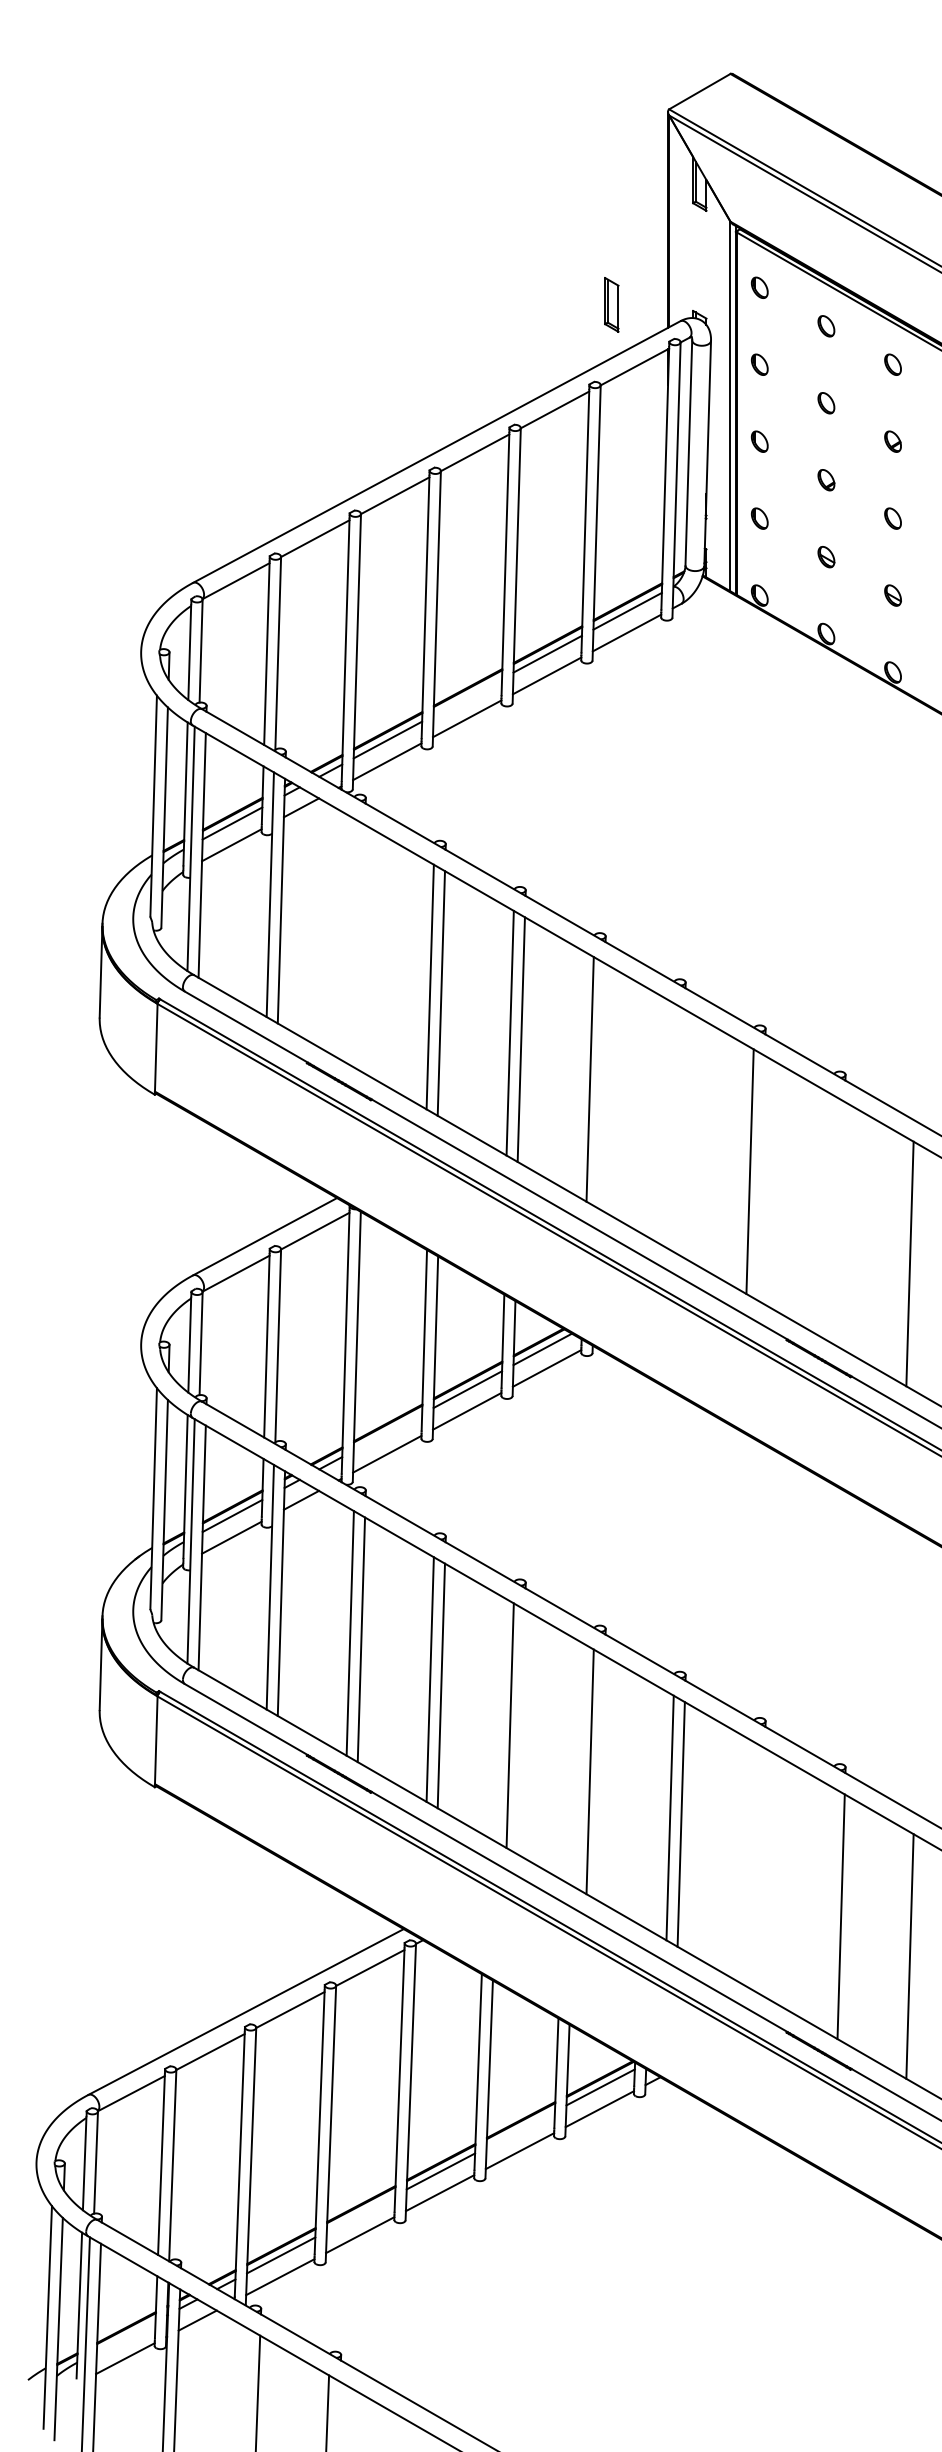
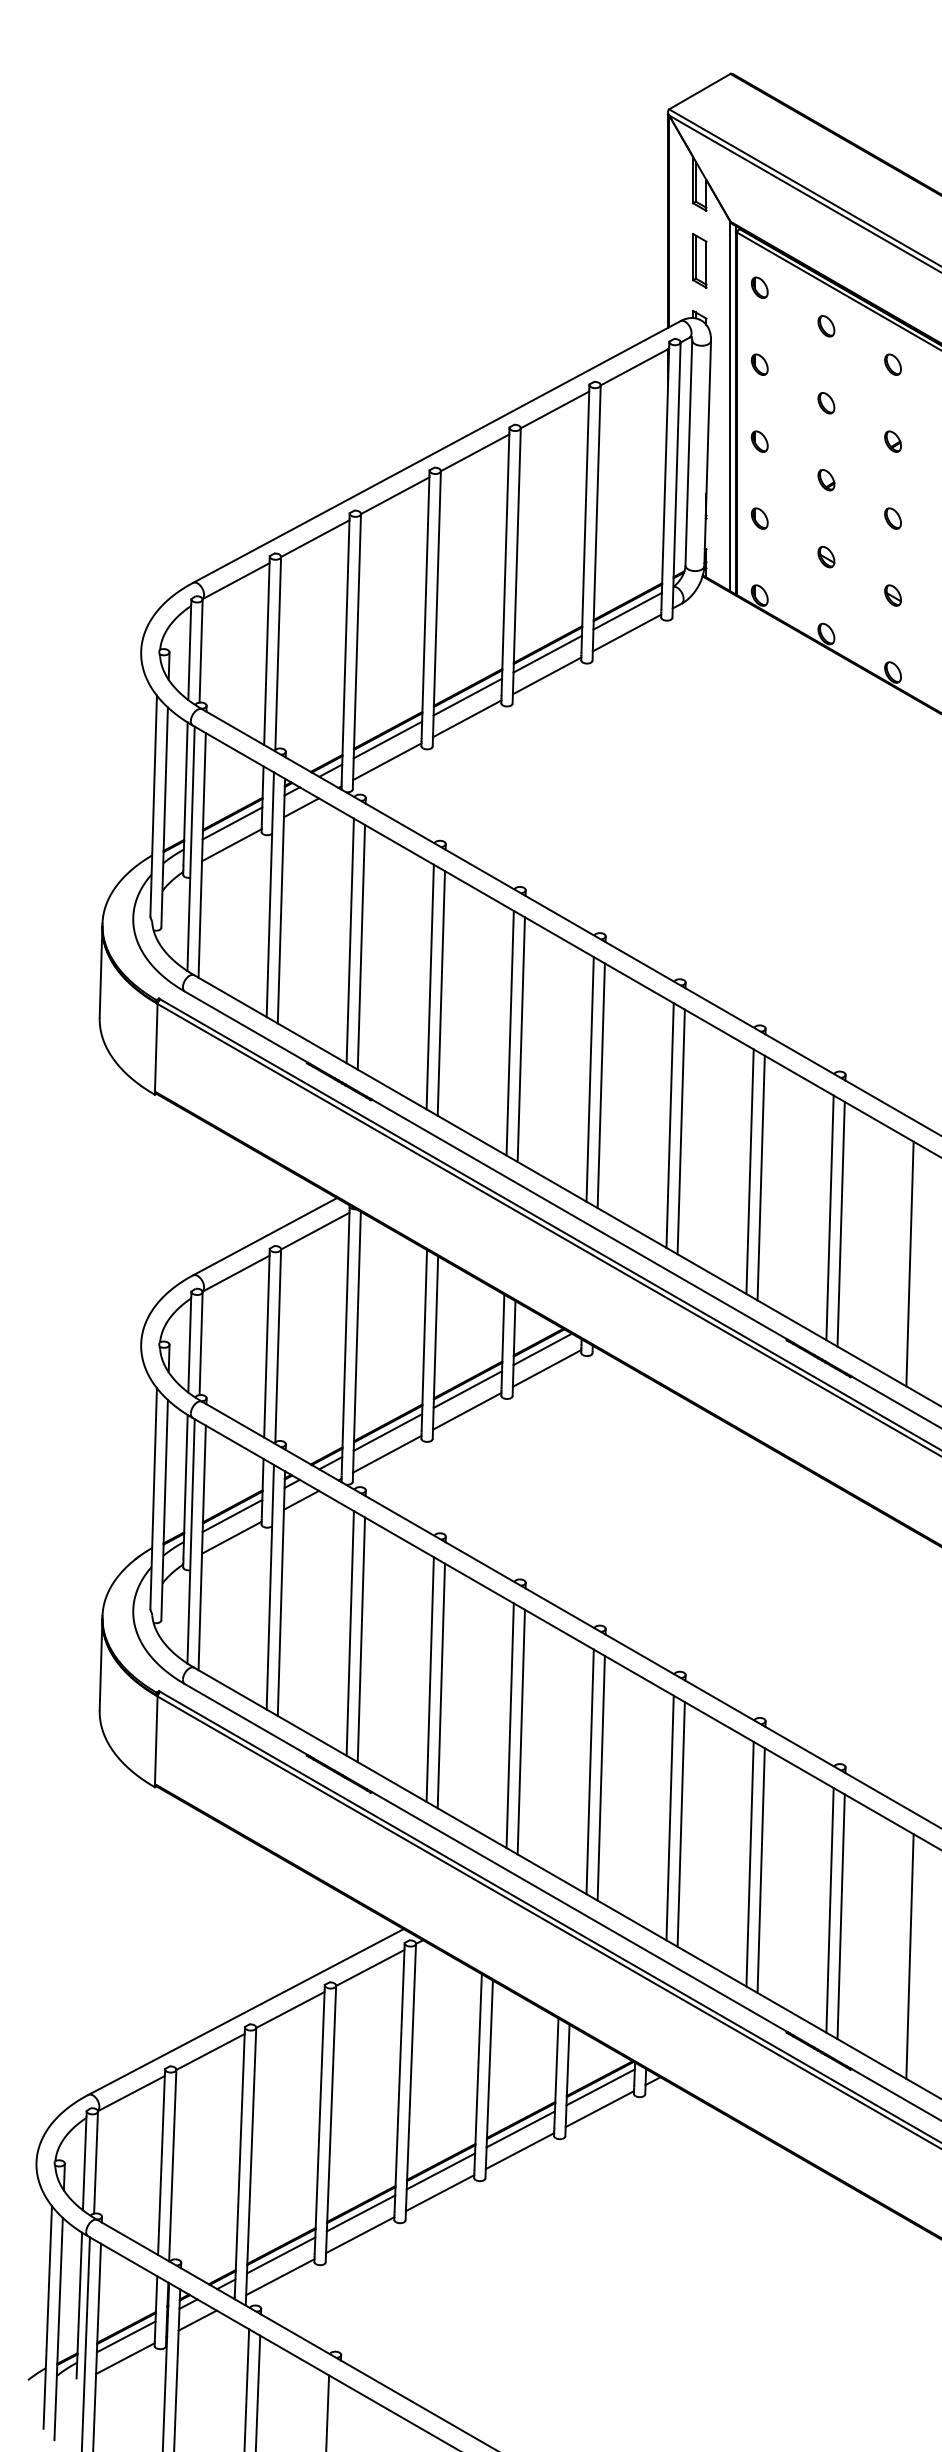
part at (611, 304) position: (611, 304) -> (699, 260)
line at (467, 696): none -> present
line at (349, 940): none -> present
line at (361, 947): none -> present
line at (600, 1085): none -> present
line at (669, 1125): none -> present
line at (680, 1131): none -> present
line at (760, 1177): none -> present
line at (829, 1217): none -> present
line at (840, 1223): none -> present
line at (387, 1432): none -> present
line at (520, 1731): none -> present
line at (600, 1777): none -> present
line at (749, 1863): none -> present
line at (760, 1870): none -> present
line at (829, 1910): none -> present
line at (520, 2129): none -> present
line at (360, 2213): none -> present
line at (125, 2336): none -> present
line at (246, 2388): none -> present
